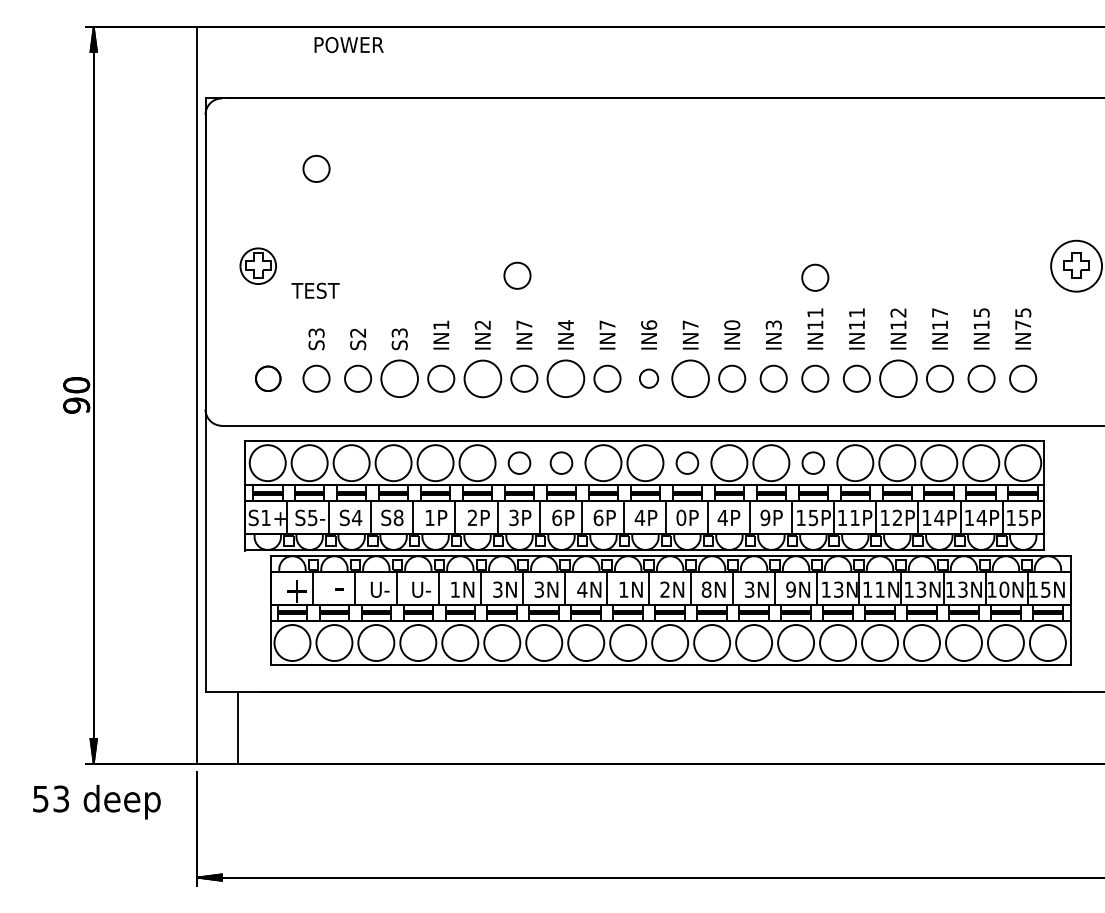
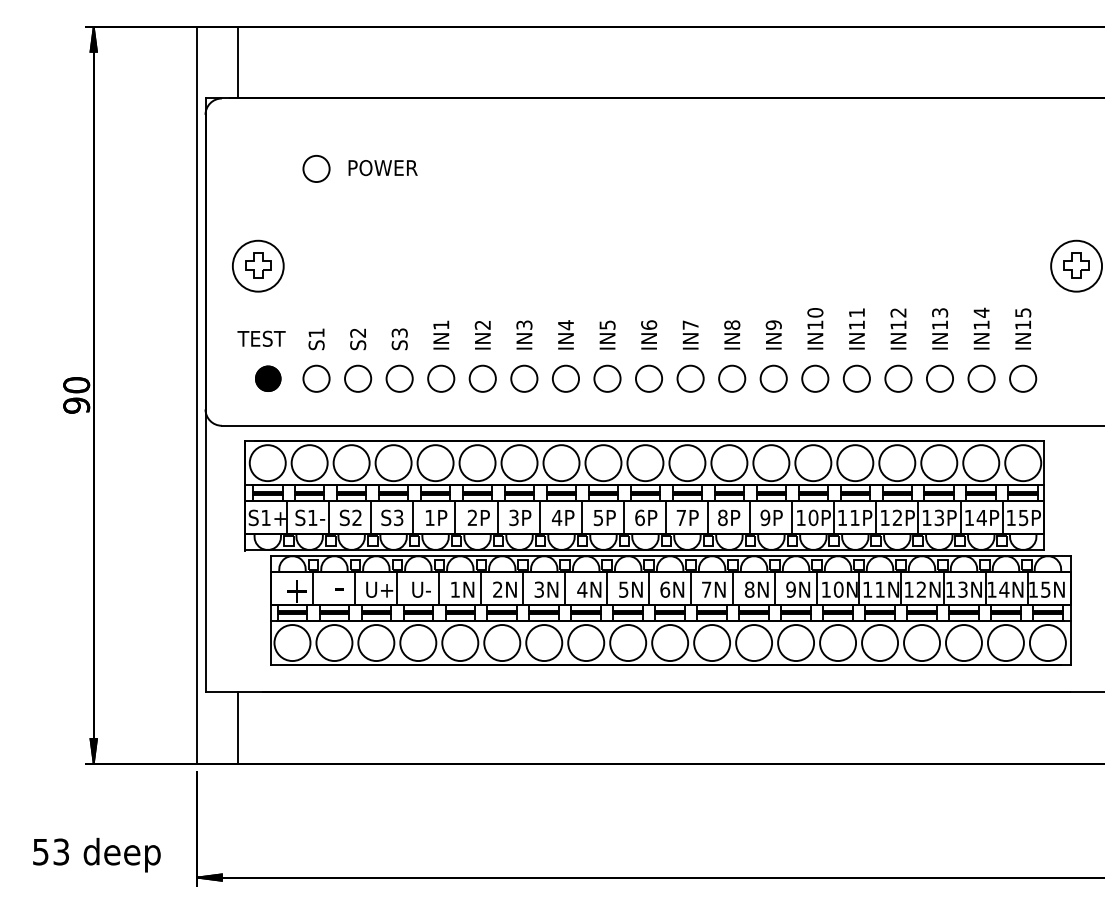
text at (348, 45) position: (348, 45) -> (382, 168)
line at (238, 62): none -> present
circle at (258, 266) diameter: 36 px -> 51 px
circle at (517, 275): present -> none
circle at (815, 277): present -> none
text at (315, 290) position: (315, 290) -> (261, 338)
text at (815, 312): IN11 -> IN10
text at (940, 312): IN17 -> IN13
text at (981, 312): IN15 -> IN14
text at (524, 324): IN7 -> IN3
text at (607, 324): IN7 -> IN5
text at (732, 324): IN0 -> IN8
text at (773, 324): IN3 -> IN9
text at (1022, 324): IN75 -> IN15
text at (316, 332): S3 -> S1
fill at (267, 378): none -> present
circle at (399, 378) diameter: 37 px -> 26 px
circle at (482, 378) size: 40x40 px -> 29x29 px
circle at (565, 378) diameter: 37 px -> 26 px
circle at (649, 378) size: 21x21 px -> 28x29 px
circle at (690, 378) diameter: 37 px -> 26 px
circle at (898, 378) diameter: 37 px -> 26 px
circle at (519, 462) diameter: 22 px -> 36 px
circle at (561, 462) diameter: 22 px -> 36 px
circle at (687, 462) diameter: 22 px -> 36 px
circle at (813, 462) diameter: 22 px -> 36 px
text at (357, 517): S4 -> S2
text at (398, 517): S8 -> S3
text at (556, 517): 6P -> 4P
text at (598, 517): 6P -> 5P
text at (639, 517): 4P -> 6P
text at (681, 517): 0P -> 7P
text at (722, 517): 4P -> 8P
text at (813, 517): 15P -> 10P
text at (939, 517): 14P -> 13P
text at (312, 518): S5- -> S1-
text at (379, 589): U- -> U+
text at (497, 589): 3N -> 2N
text at (623, 589): 1N -> 5N
text at (665, 589): 2N -> 6N
text at (706, 589): 8N -> 7N
text at (749, 589): 3N -> 8N
text at (838, 589): 13N -> 10N
text at (921, 589): 13N -> 12N
text at (1004, 589): 10N -> 14N
text at (96, 801) position: (96, 801) -> (96, 854)
